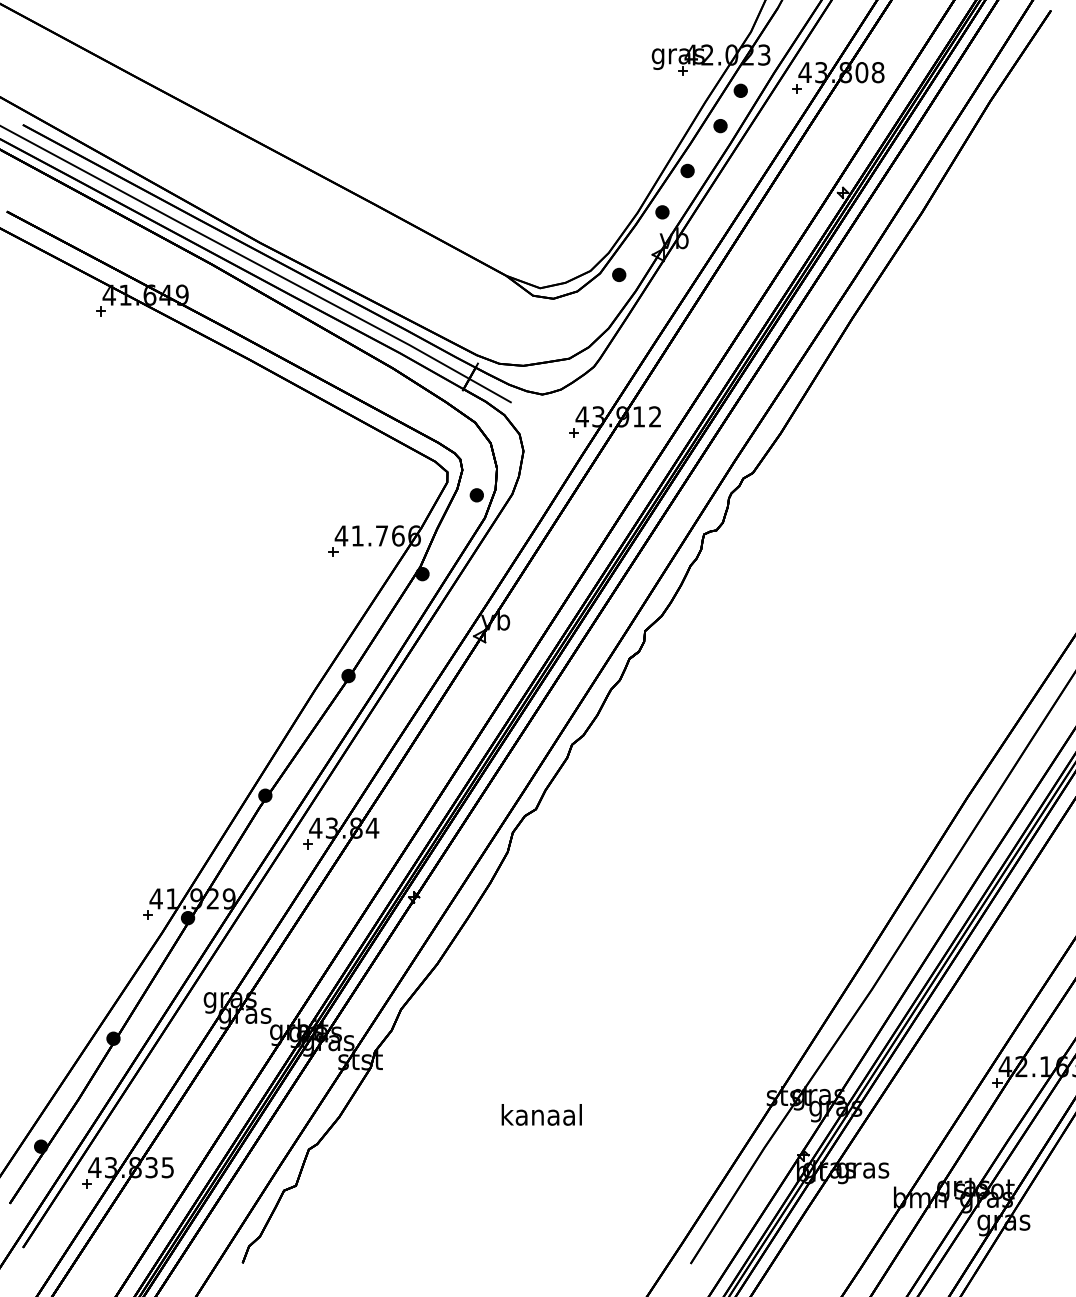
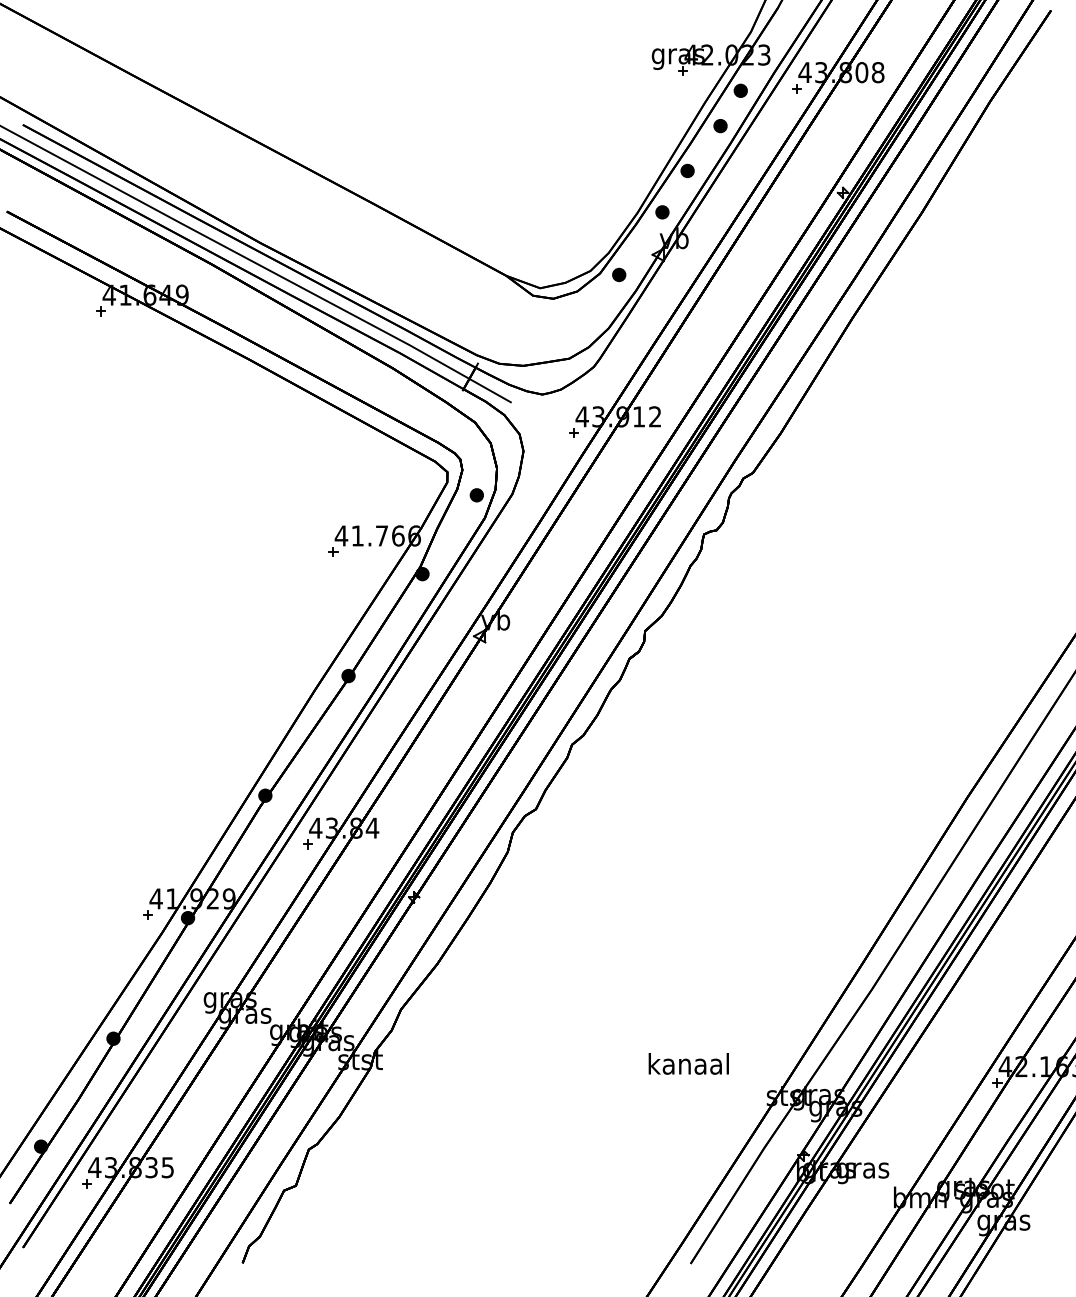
text at (541, 1114) position: (541, 1114) -> (688, 1063)
